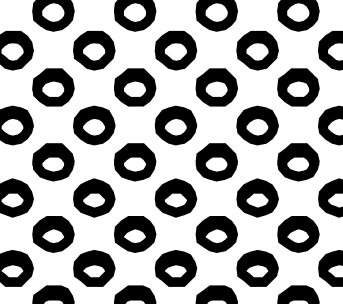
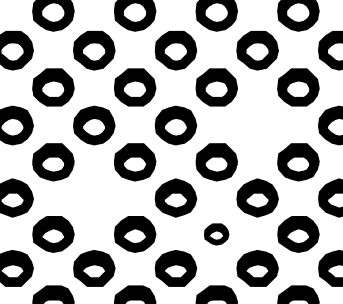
part at (257, 125): present -> none
part at (94, 197): present -> none
part at (216, 234) size: 43x37 px -> 26x23 px
